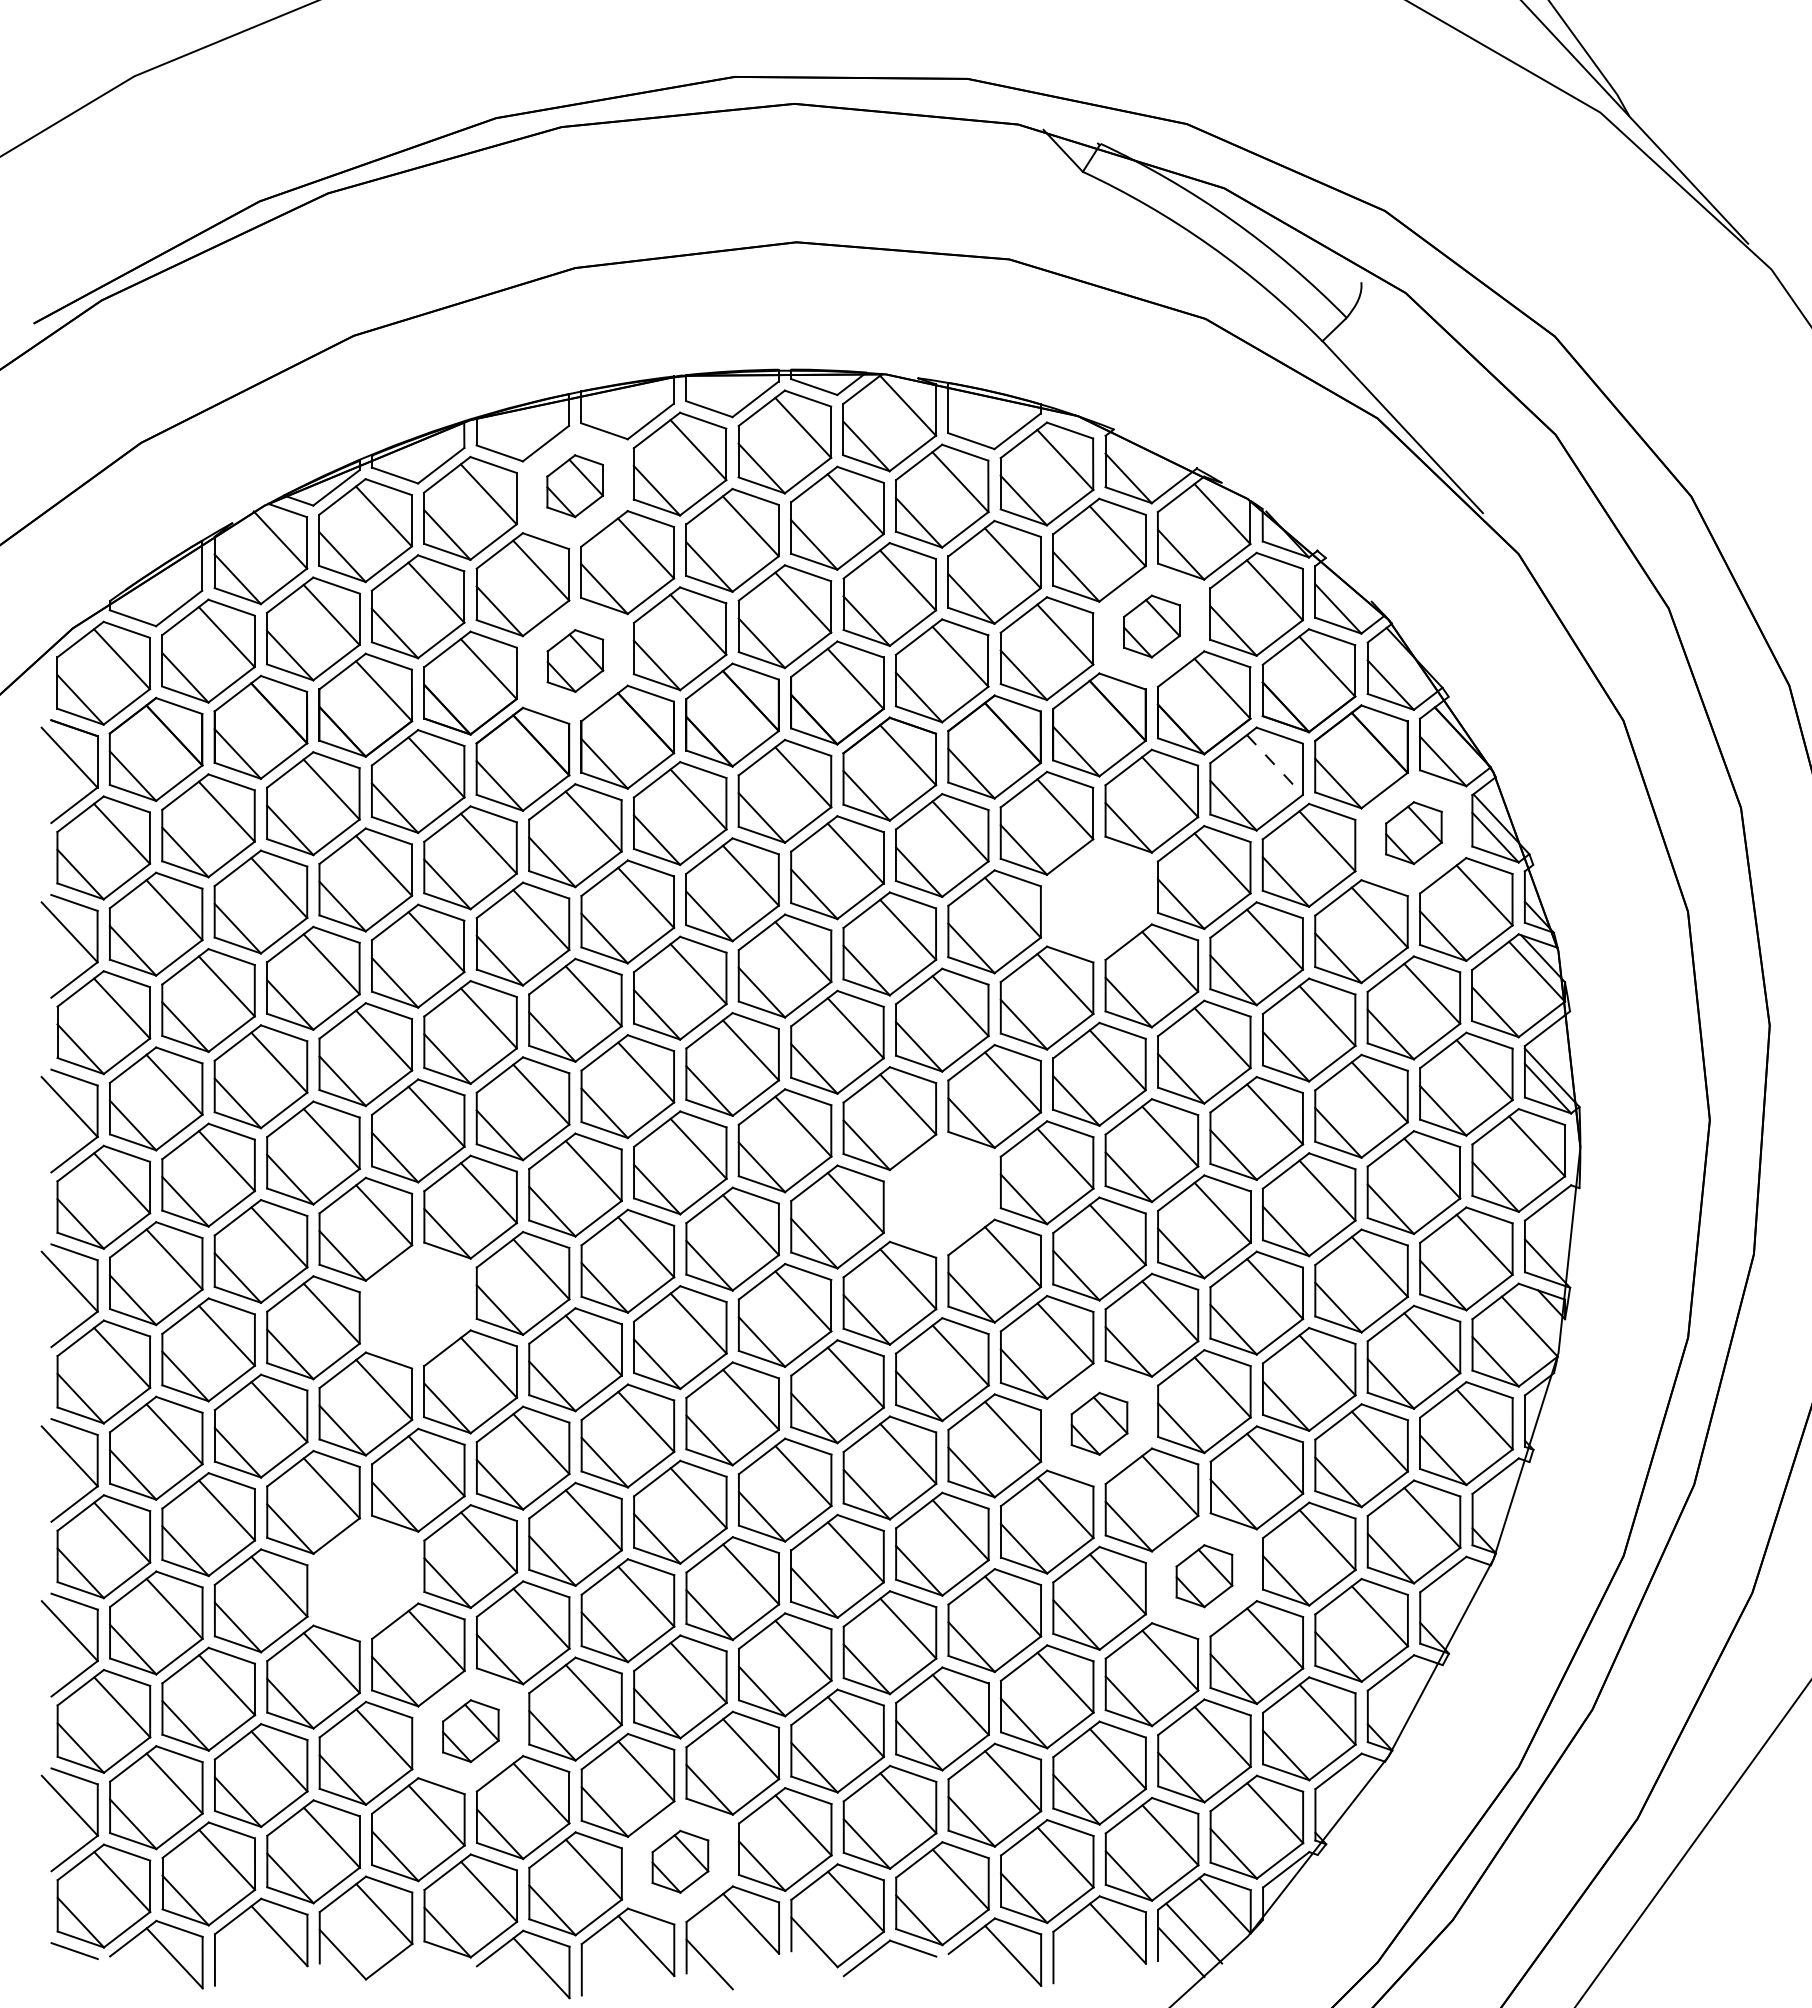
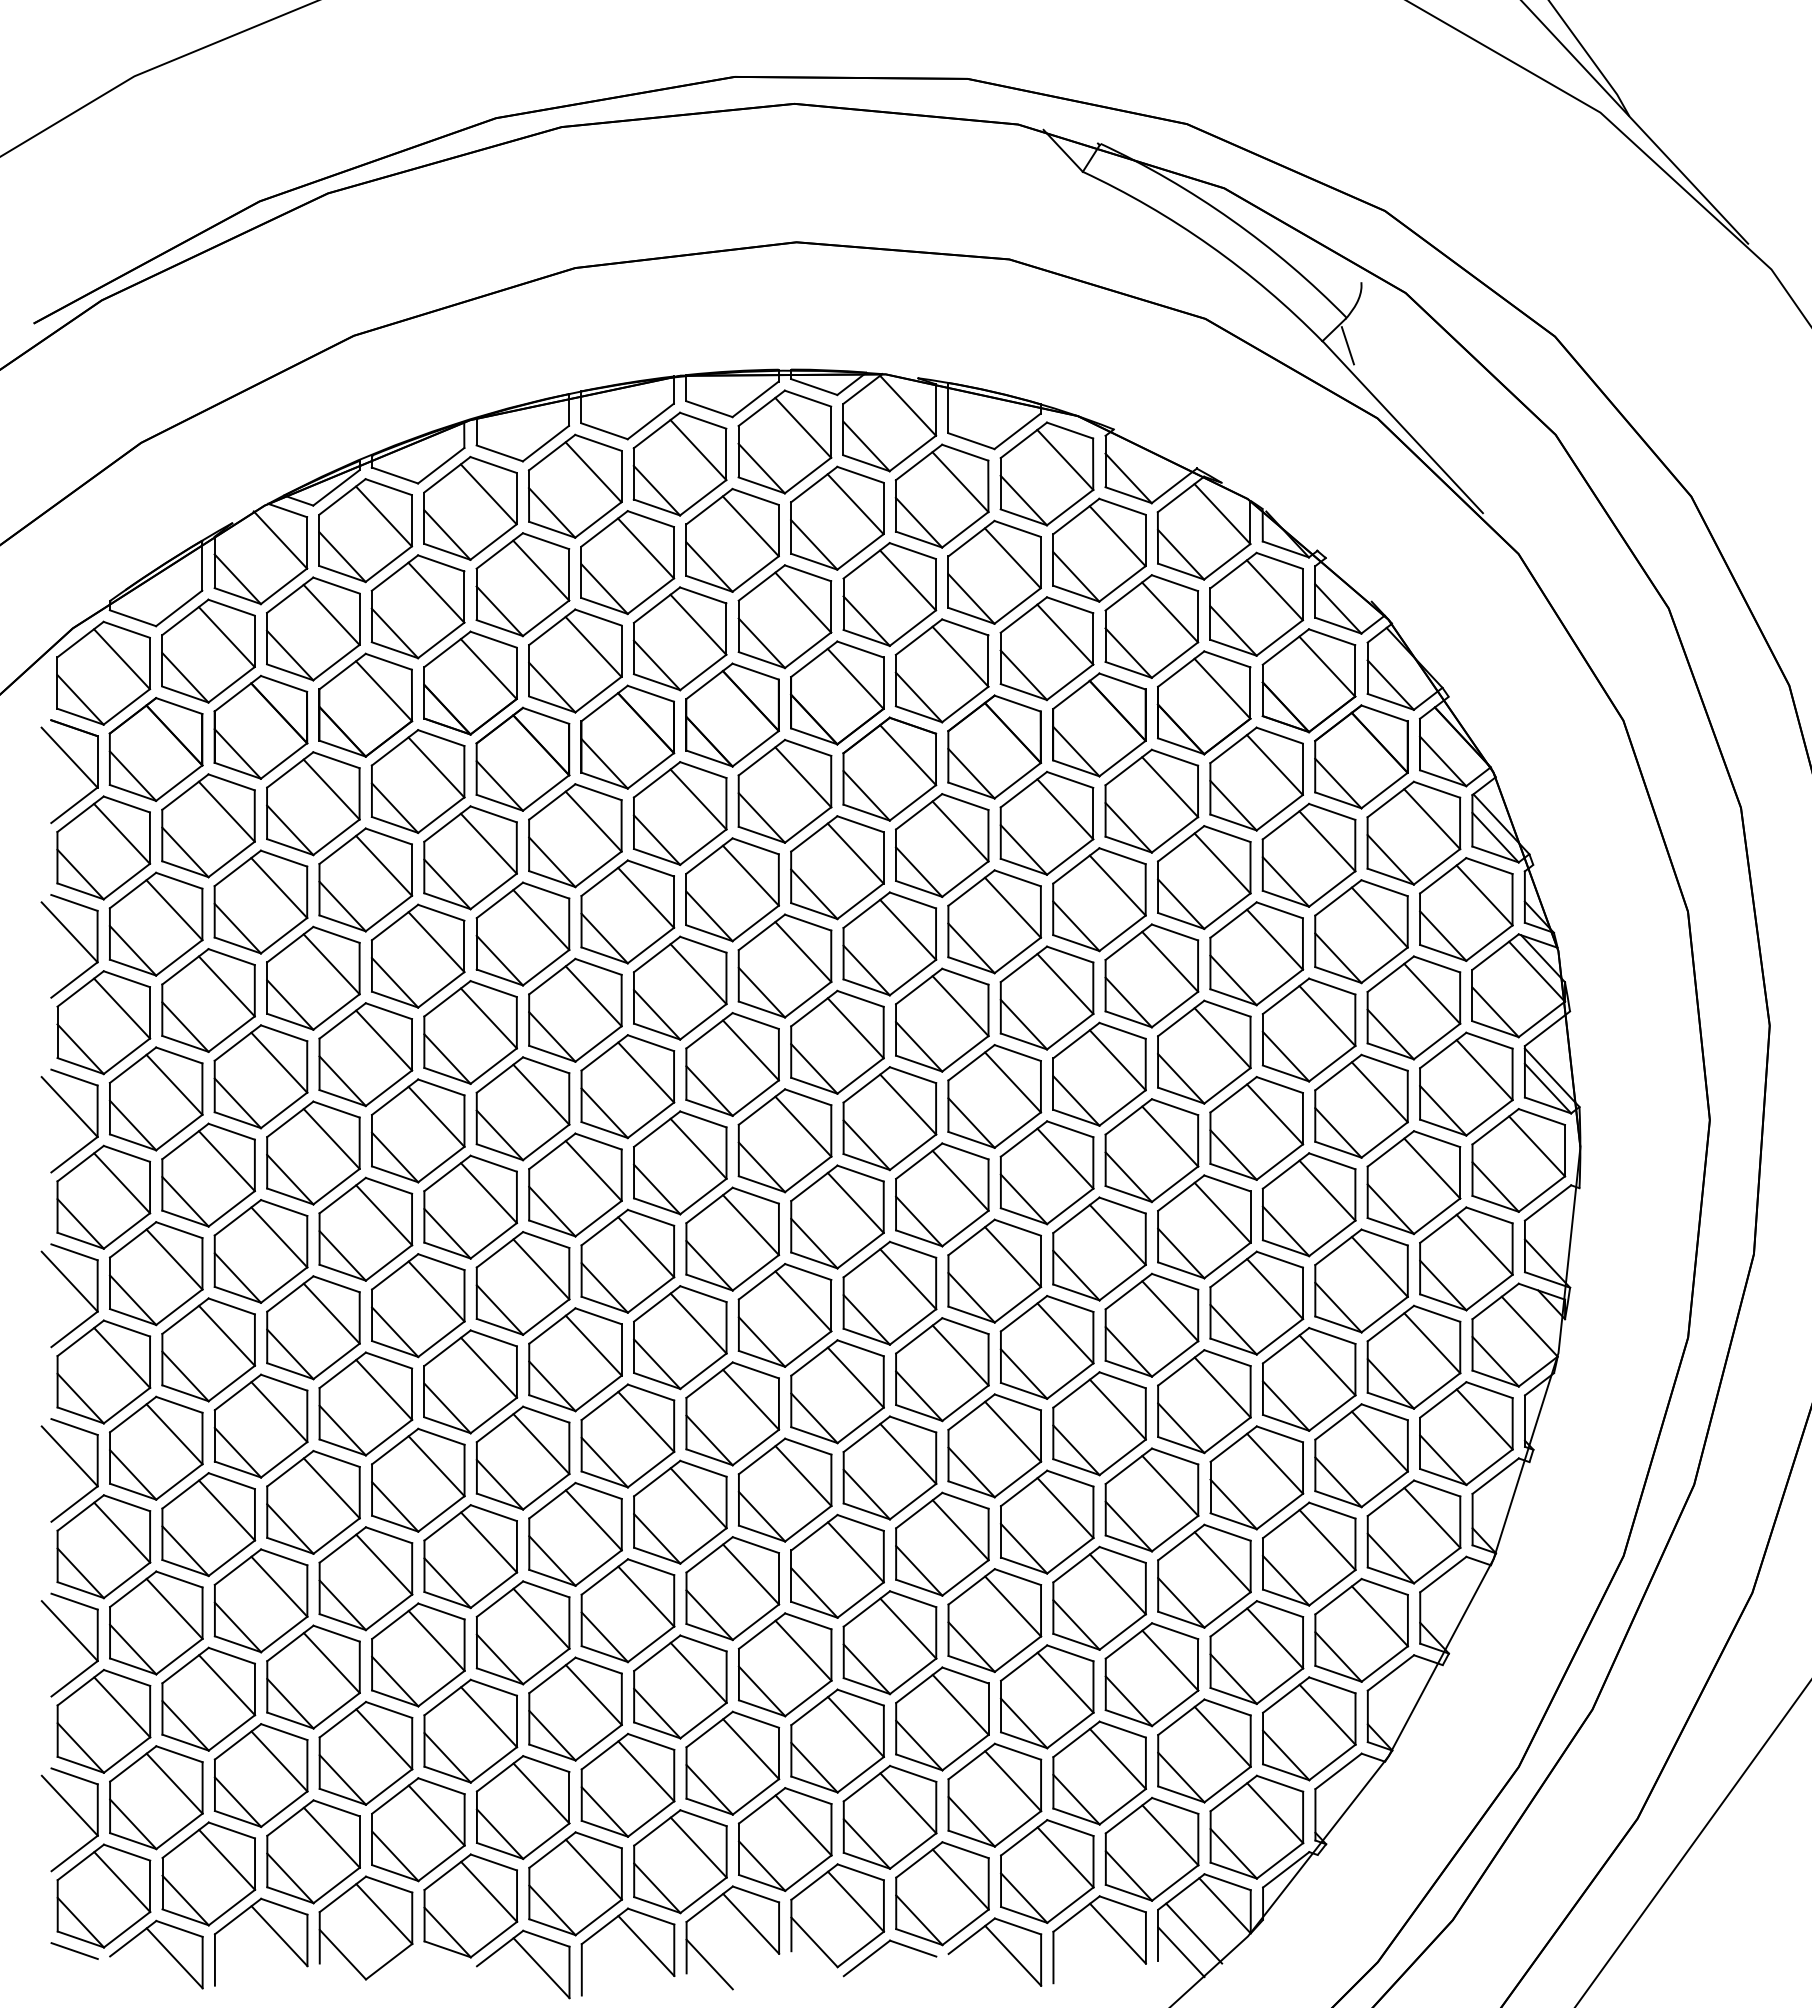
line at (1347, 345): none -> present
part at (575, 486) size: 59x65 px -> 96x106 px
part at (1151, 626) size: 58x65 px -> 96x105 px
part at (575, 660) size: 59x64 px -> 95x106 px
line at (1274, 765): dashed -> solid
part at (1413, 833) size: 58x65 px -> 96x106 px
part at (1099, 899): none -> present
part at (942, 1194): none -> present
part at (418, 1305): none -> present
part at (1099, 1423) size: 59x65 px -> 95x106 px
part at (1204, 1576) size: 59x65 px -> 95x106 px
part at (365, 1578): none -> present
part at (470, 1731) size: 58x65 px -> 96x106 px
part at (680, 1861) size: 59x65 px -> 95x106 px
